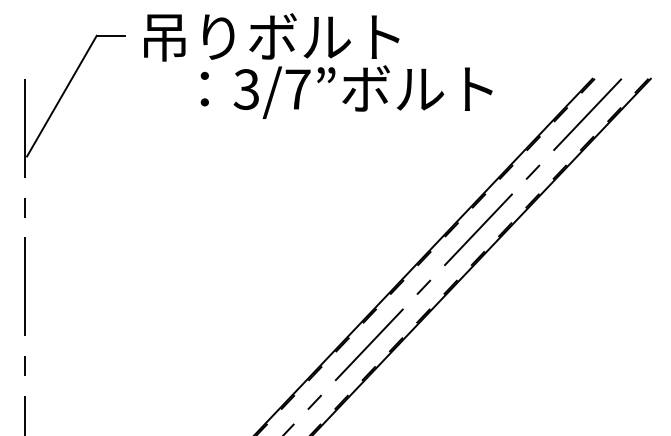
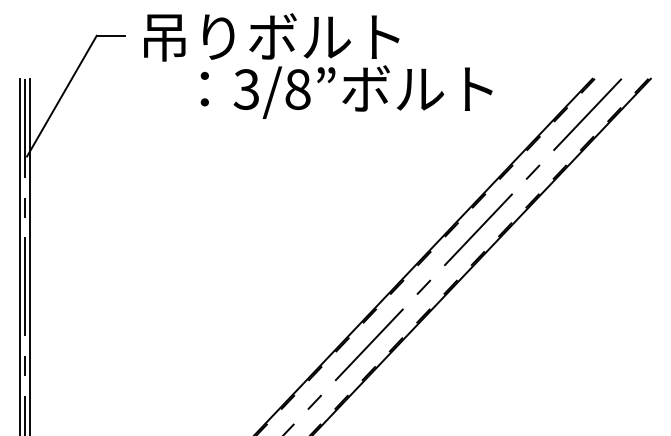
text at (297, 89): 3/7 -> 3/8
line at (20, 255): none -> present
line at (29, 255): none -> present
